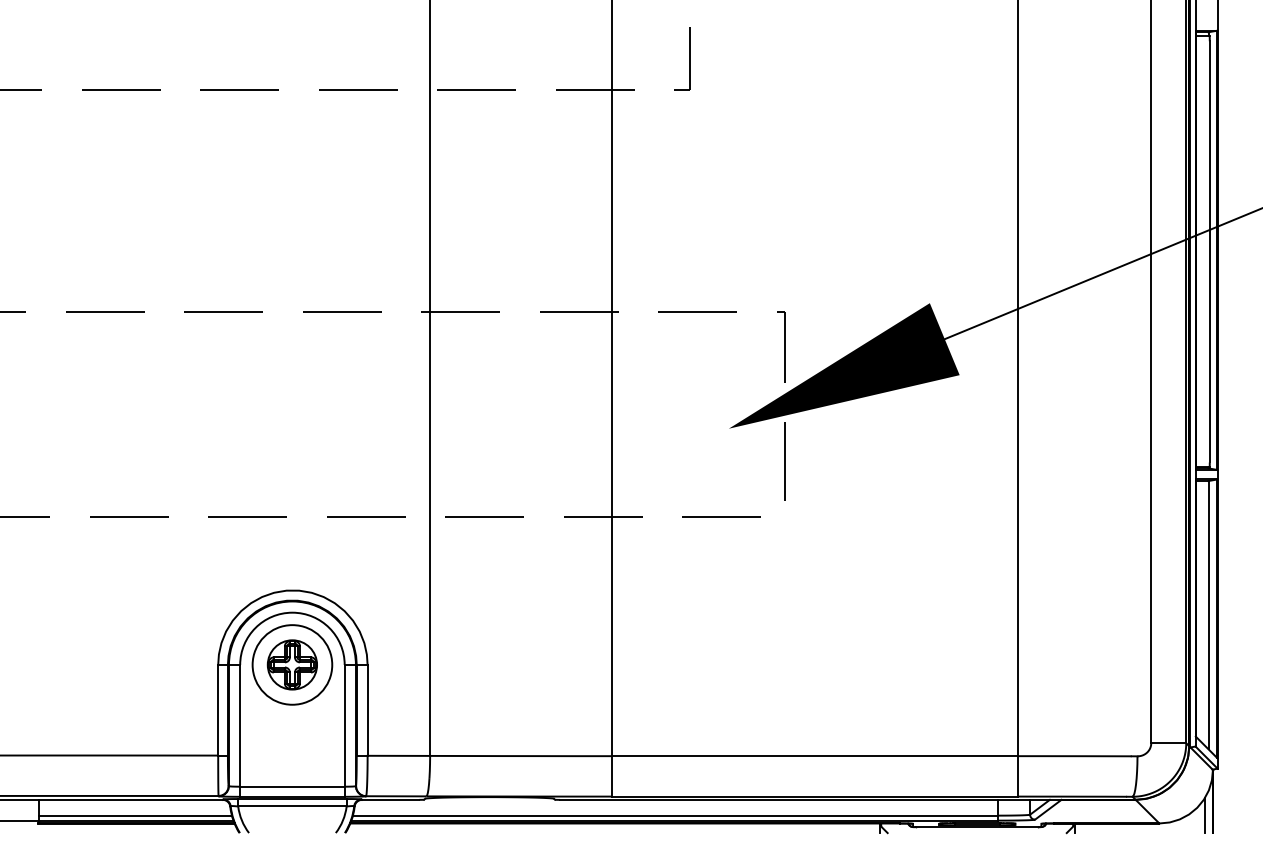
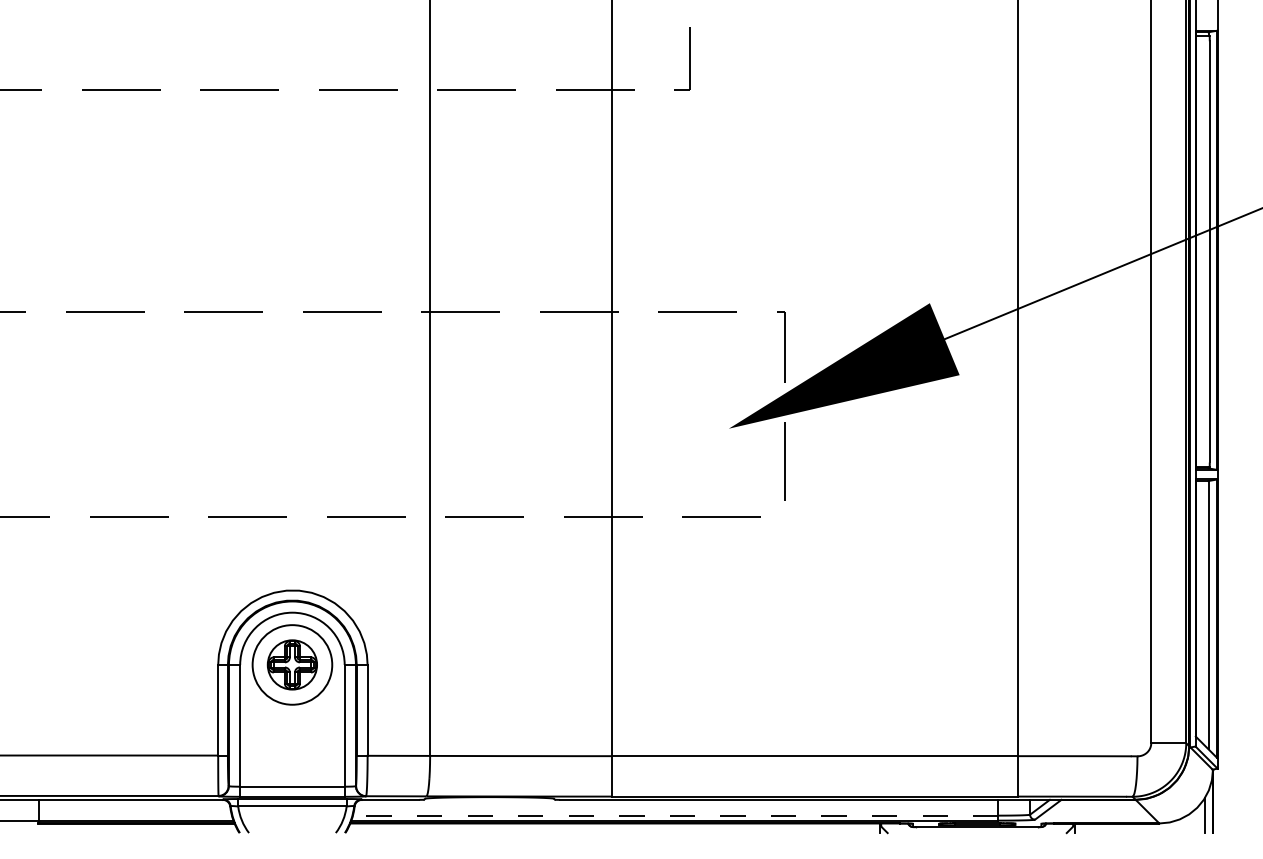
line at (135, 815): present -> none
line at (675, 815): solid -> dashed
